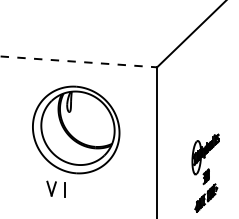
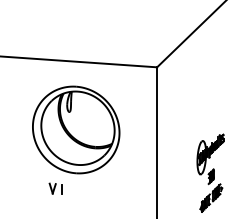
line at (79, 61): dashed -> solid
part at (205, 172) position: (205, 172) -> (210, 172)
part at (55, 188) size: 20x18 px -> 15x13 px
